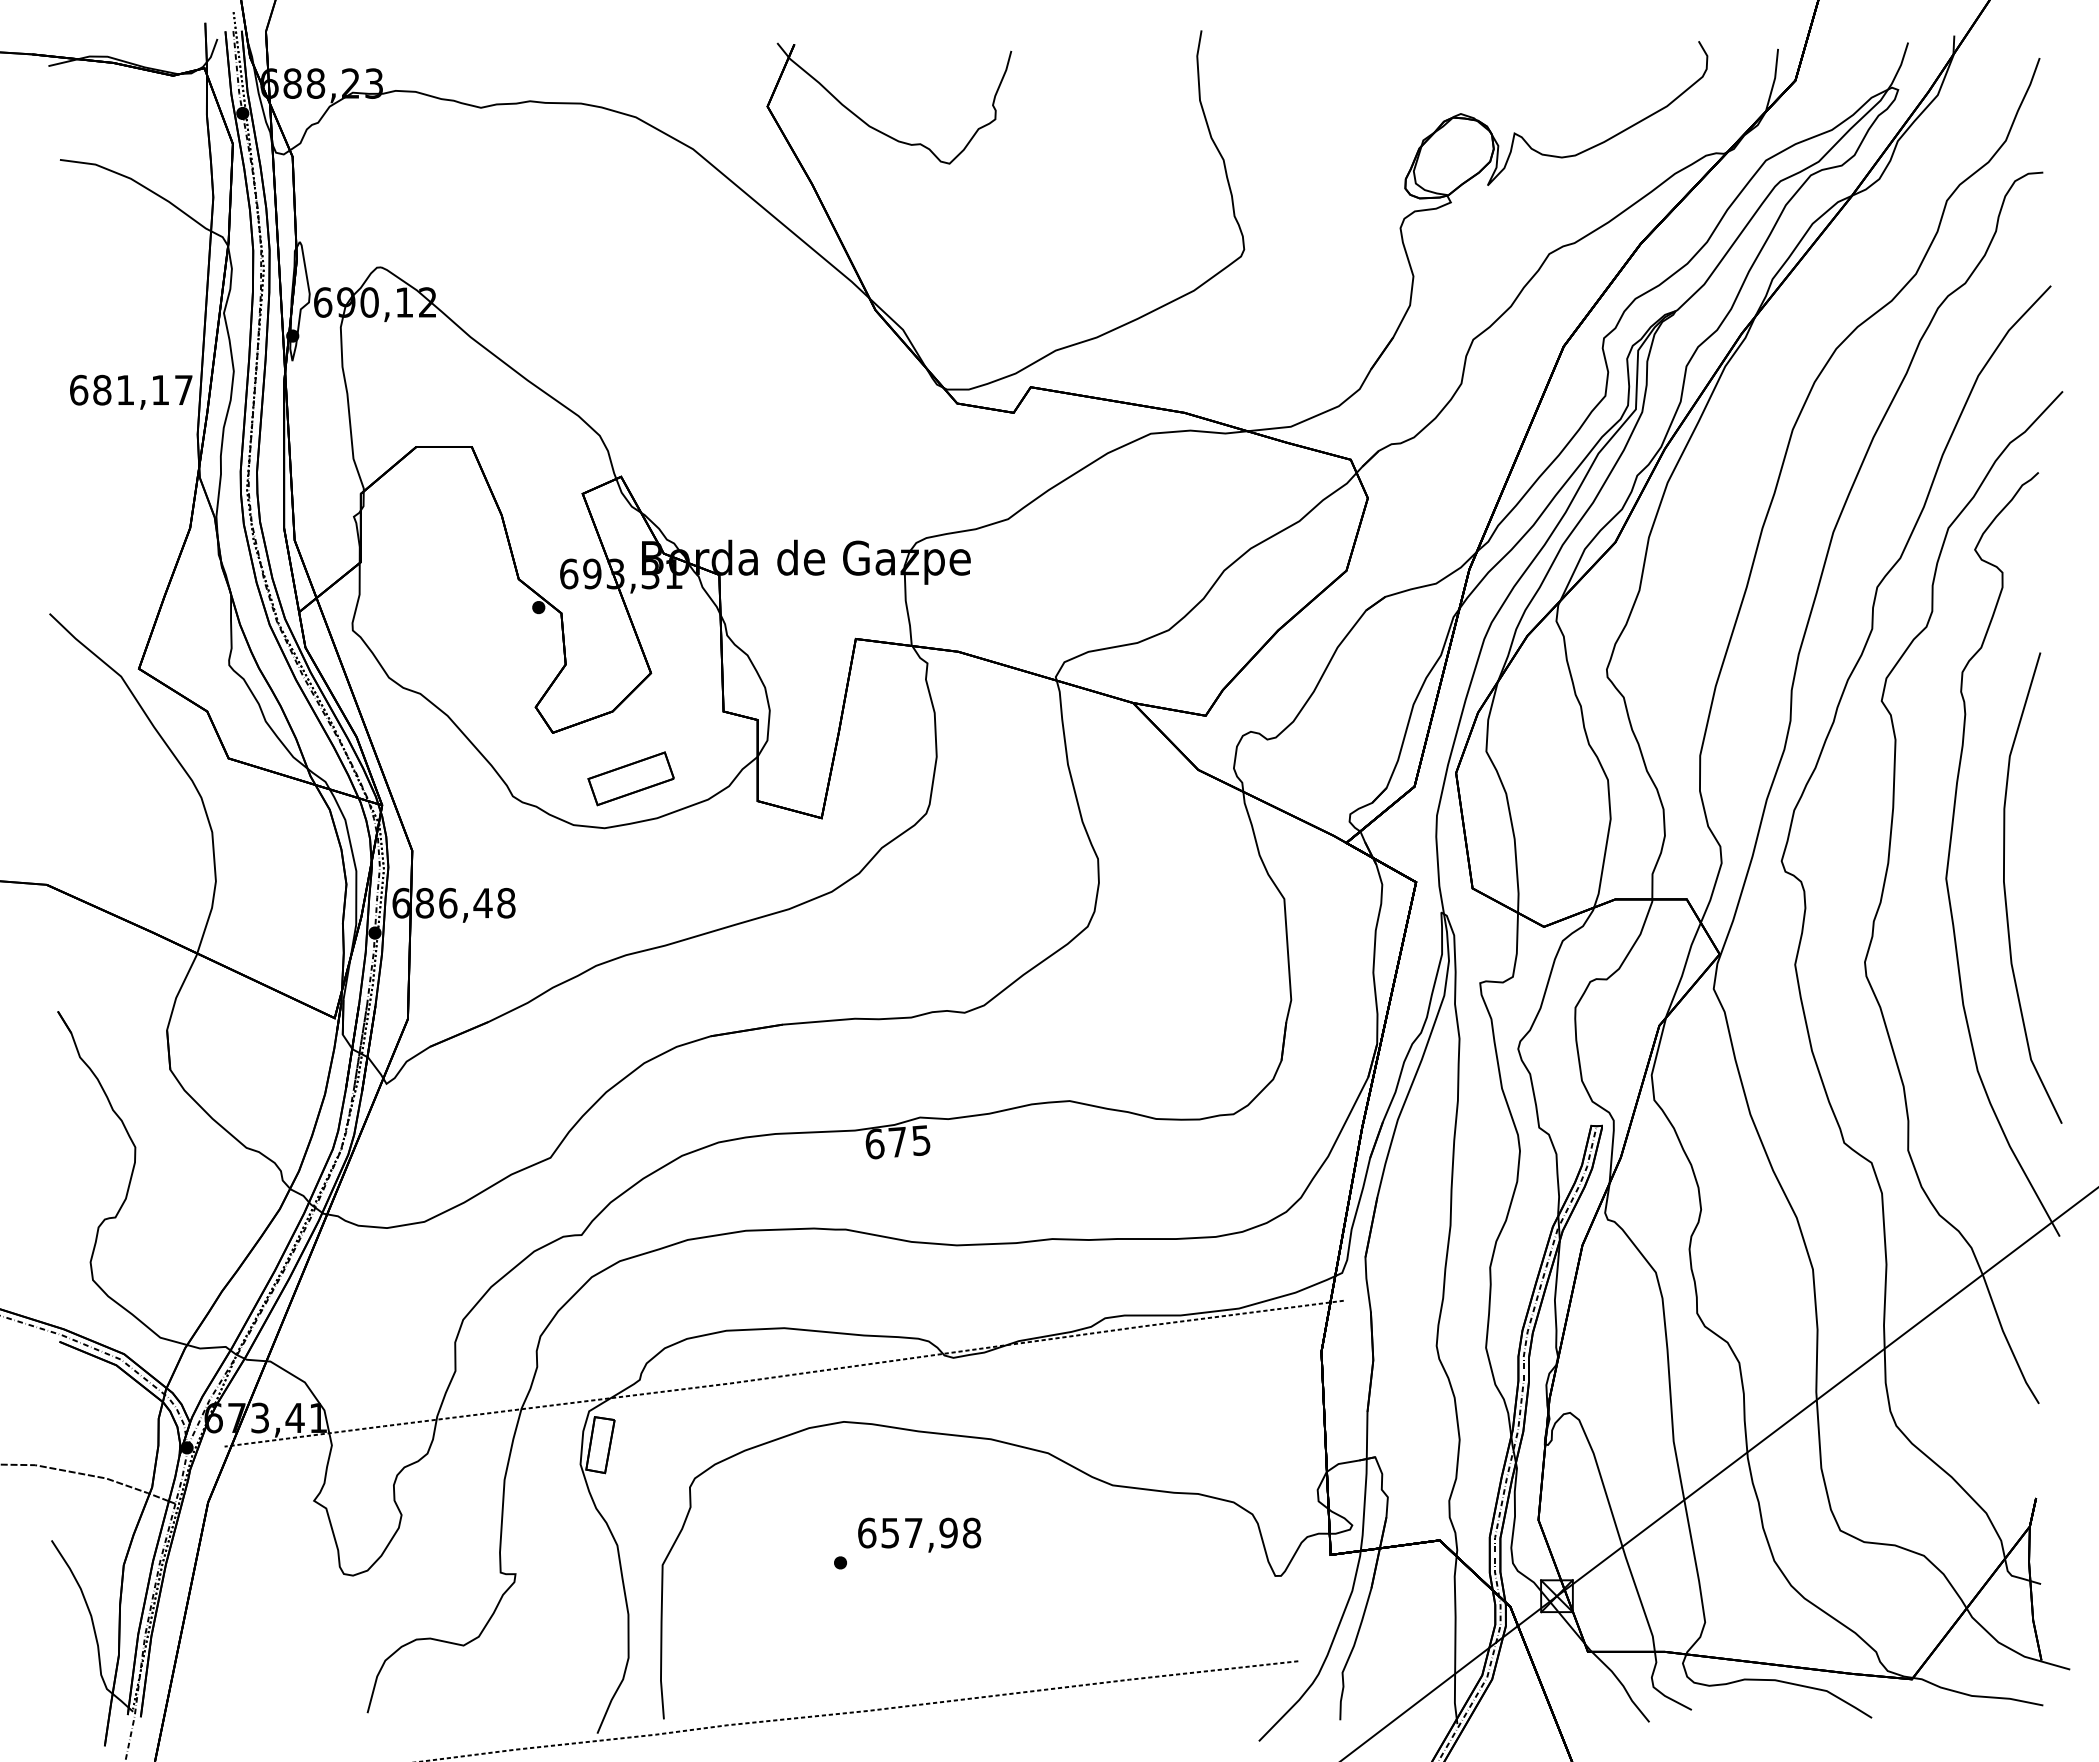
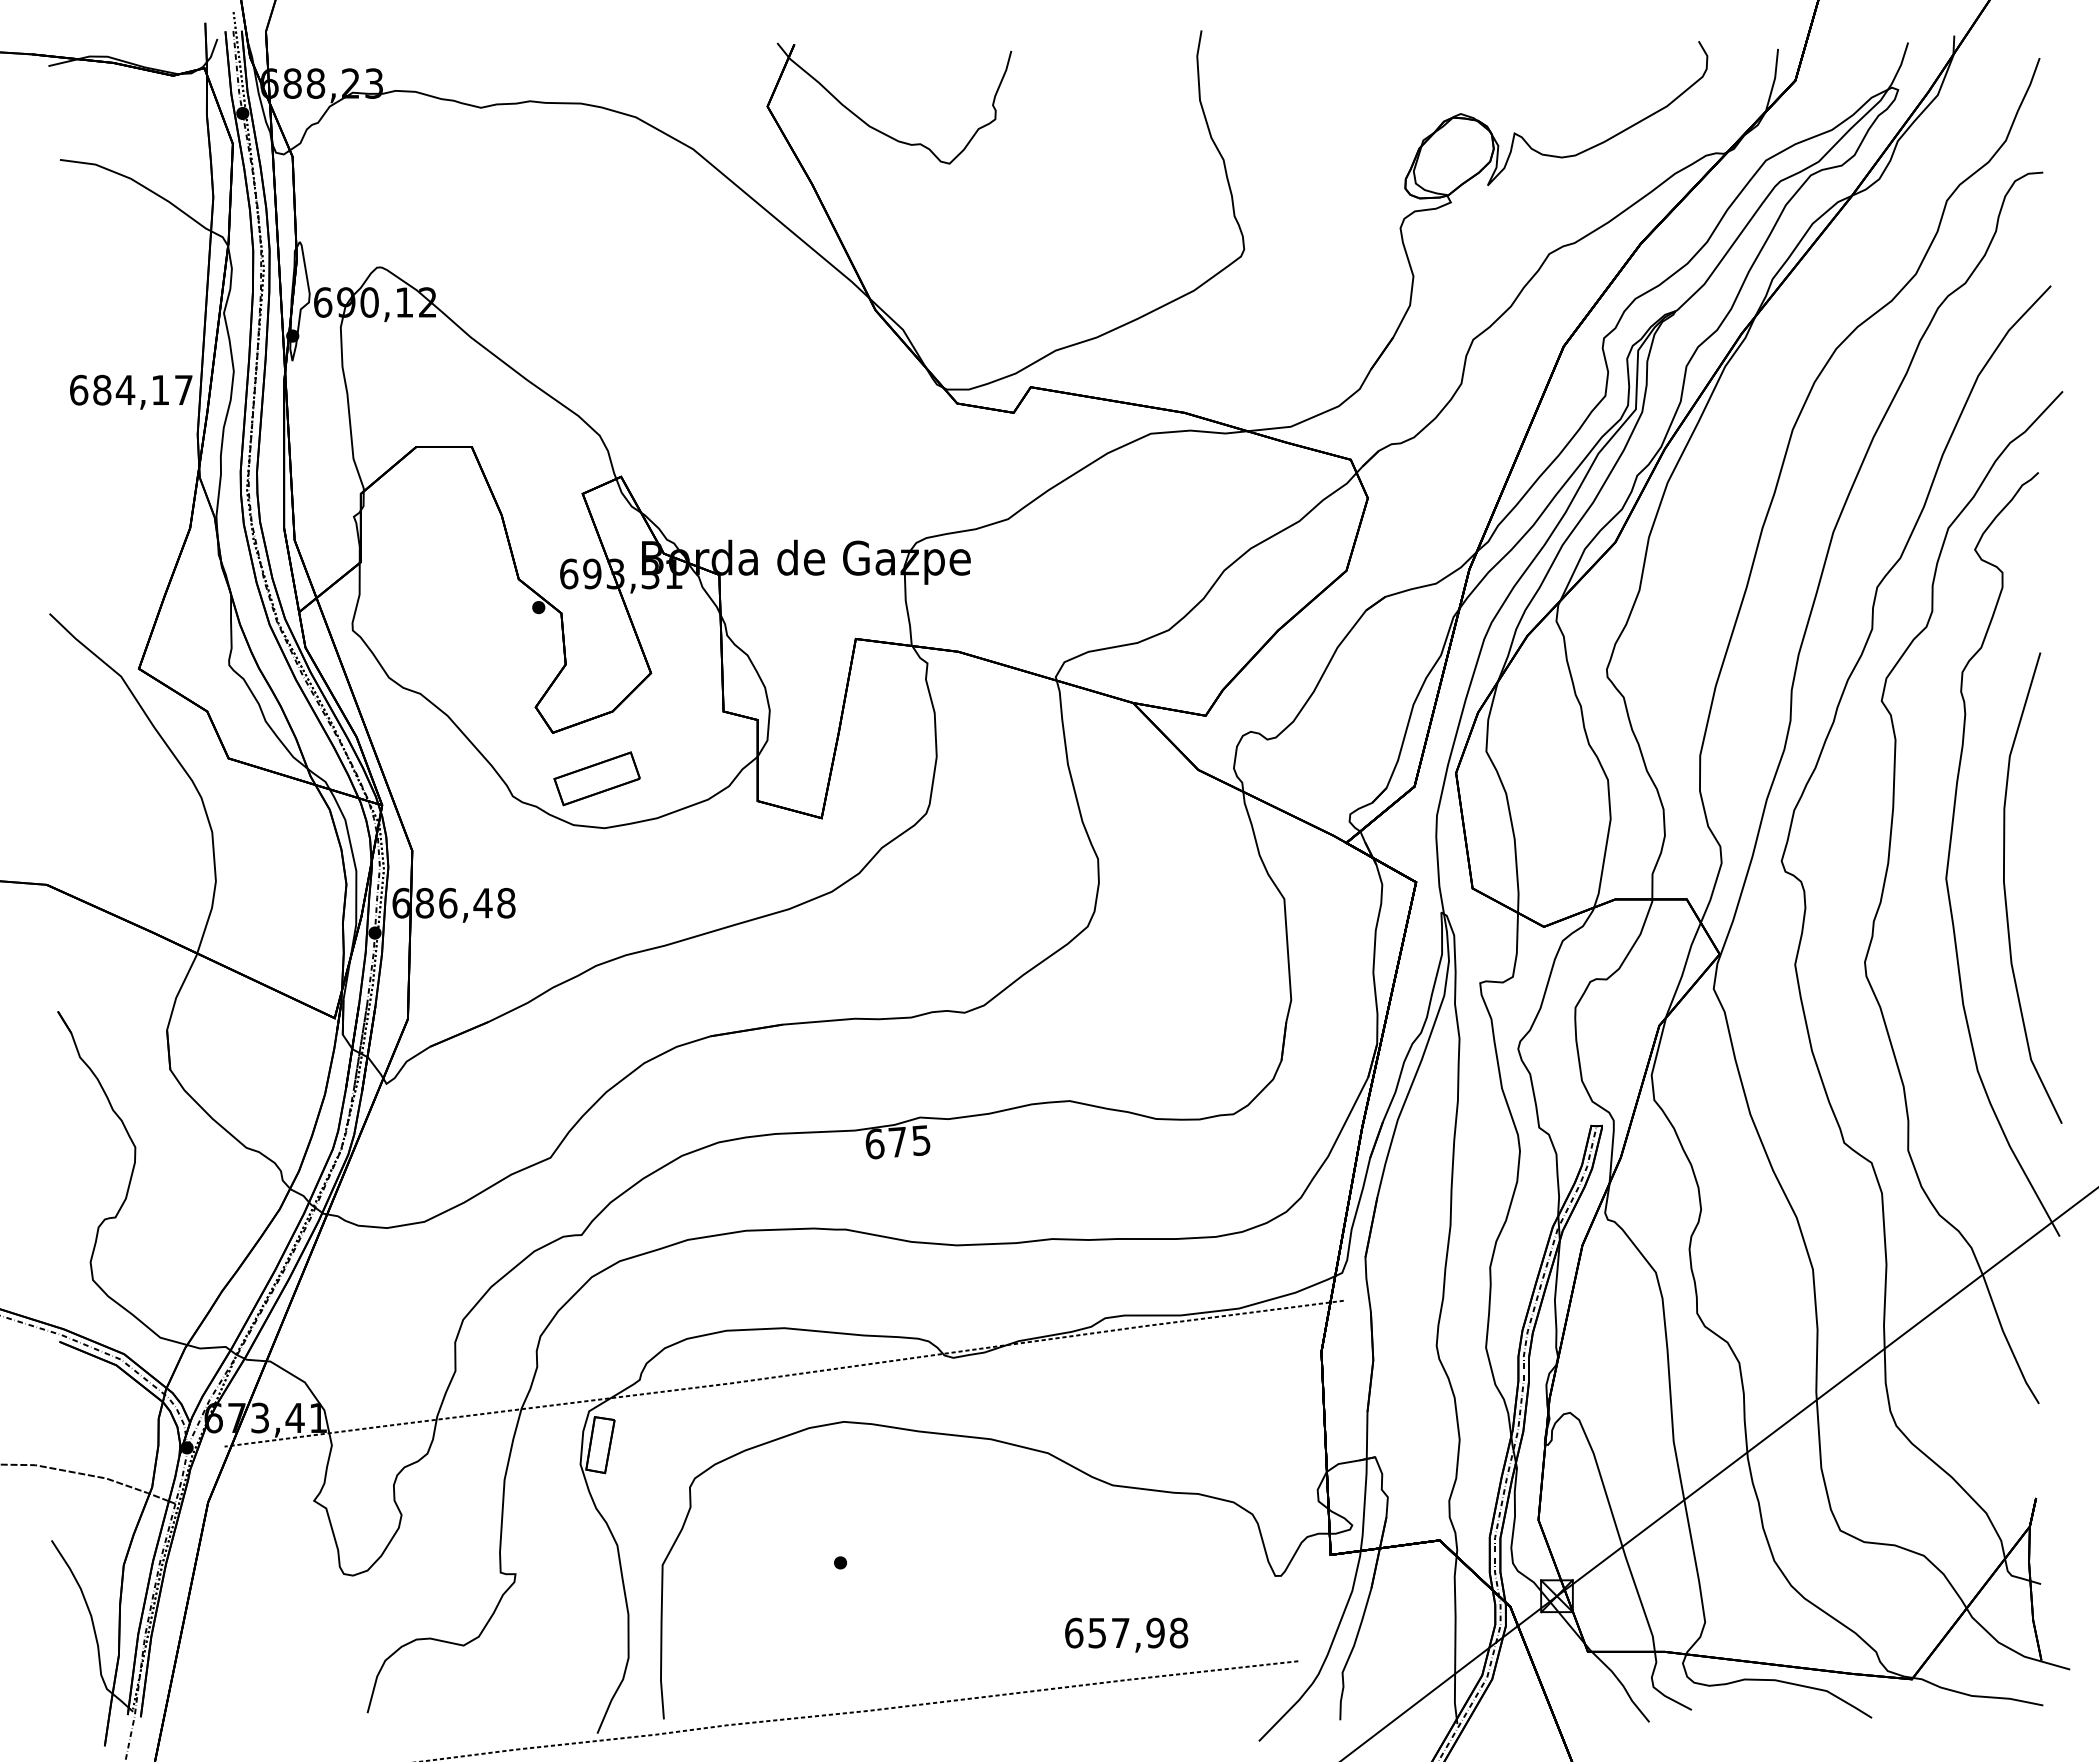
text at (125, 389): 681,17 -> 684,17
part at (630, 778) position: (630, 778) -> (596, 778)
text at (919, 1534) position: (919, 1534) -> (1126, 1634)
